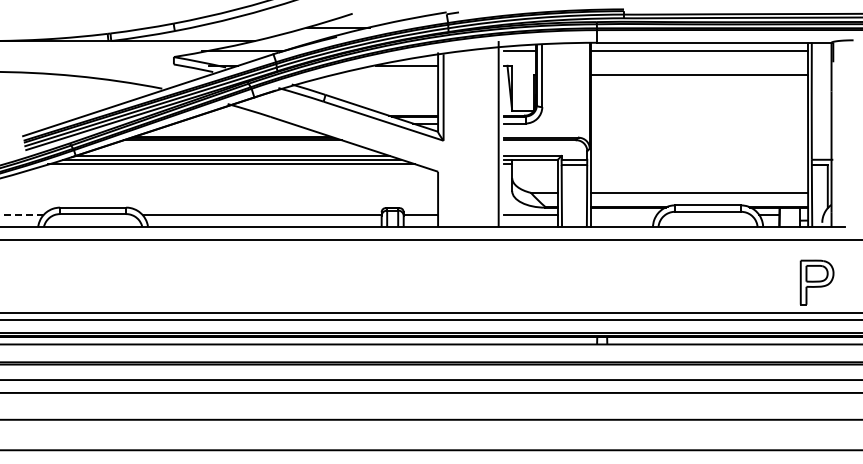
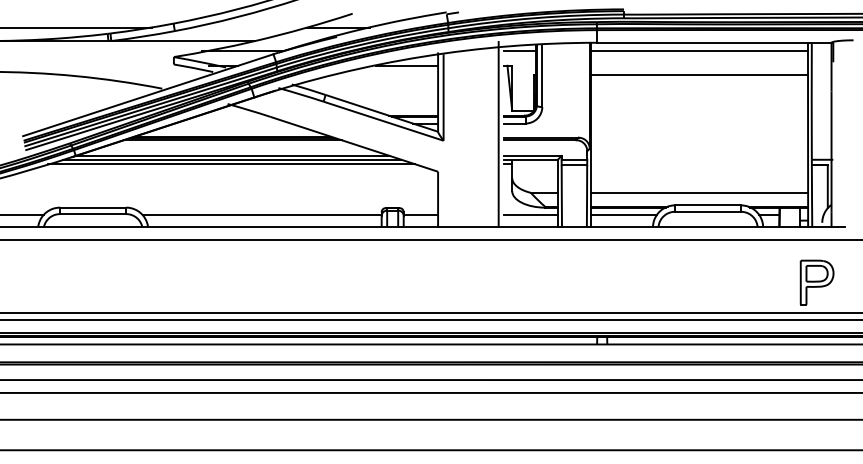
line at (76, 27): none -> present
line at (21, 215): dashed -> solid
line at (623, 215): none -> present
